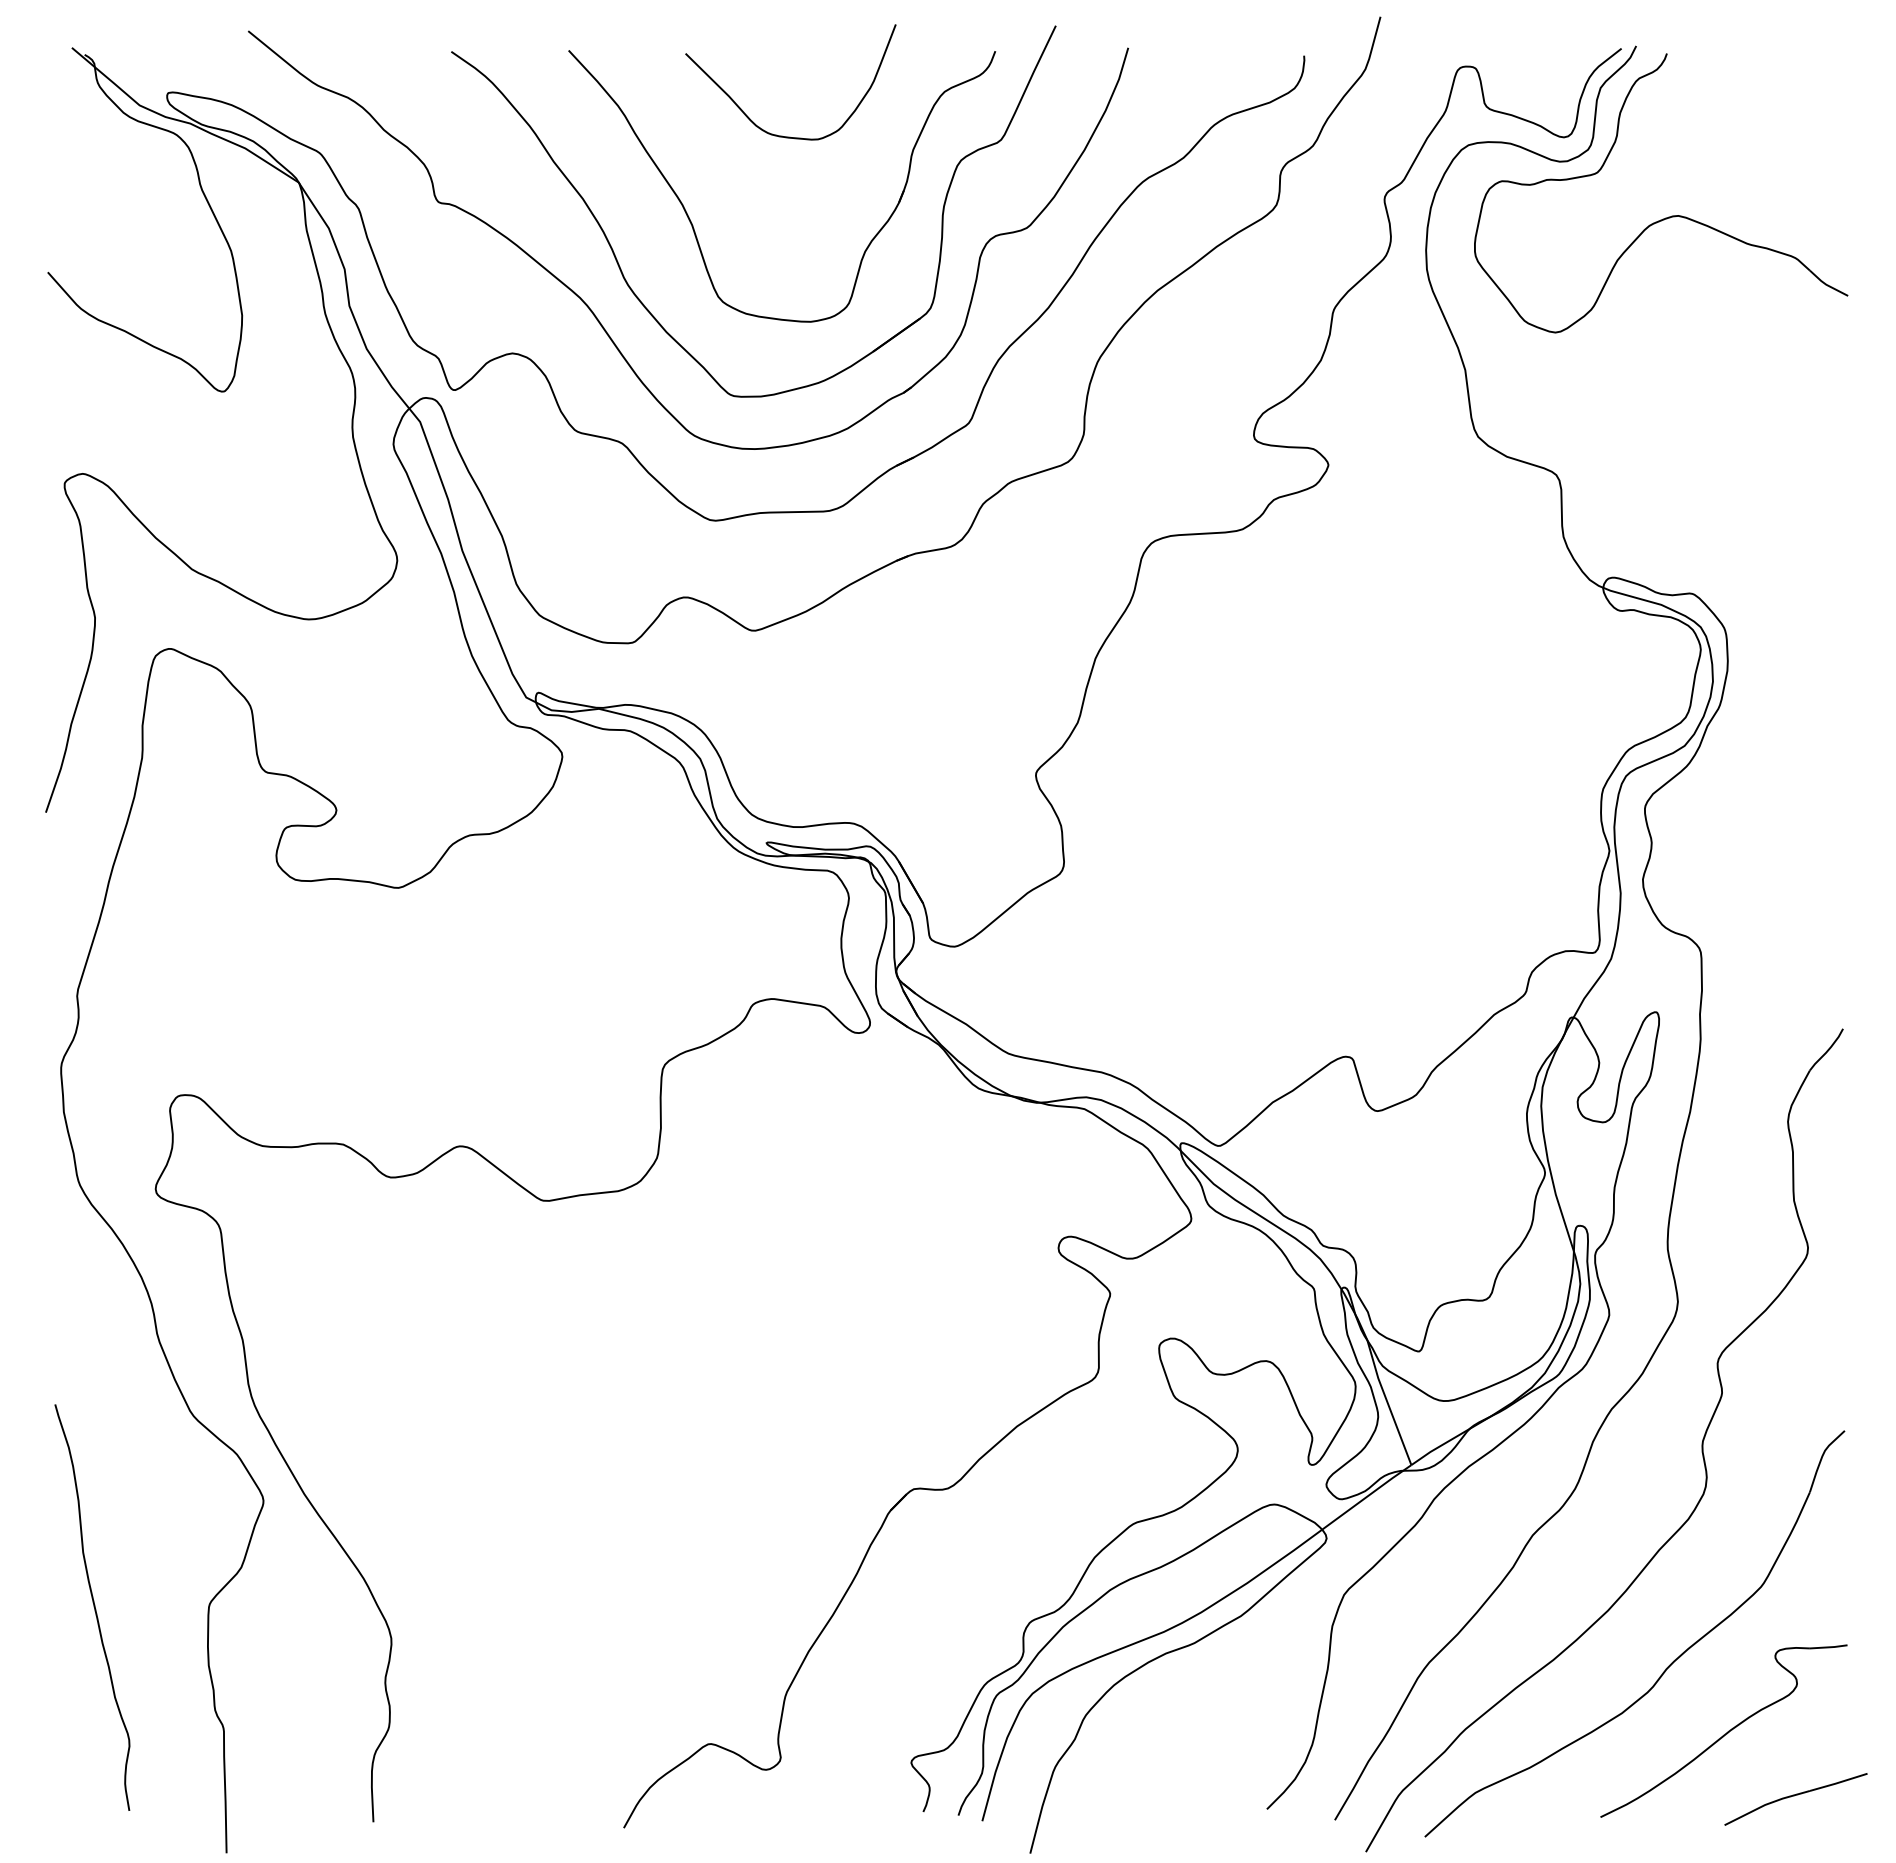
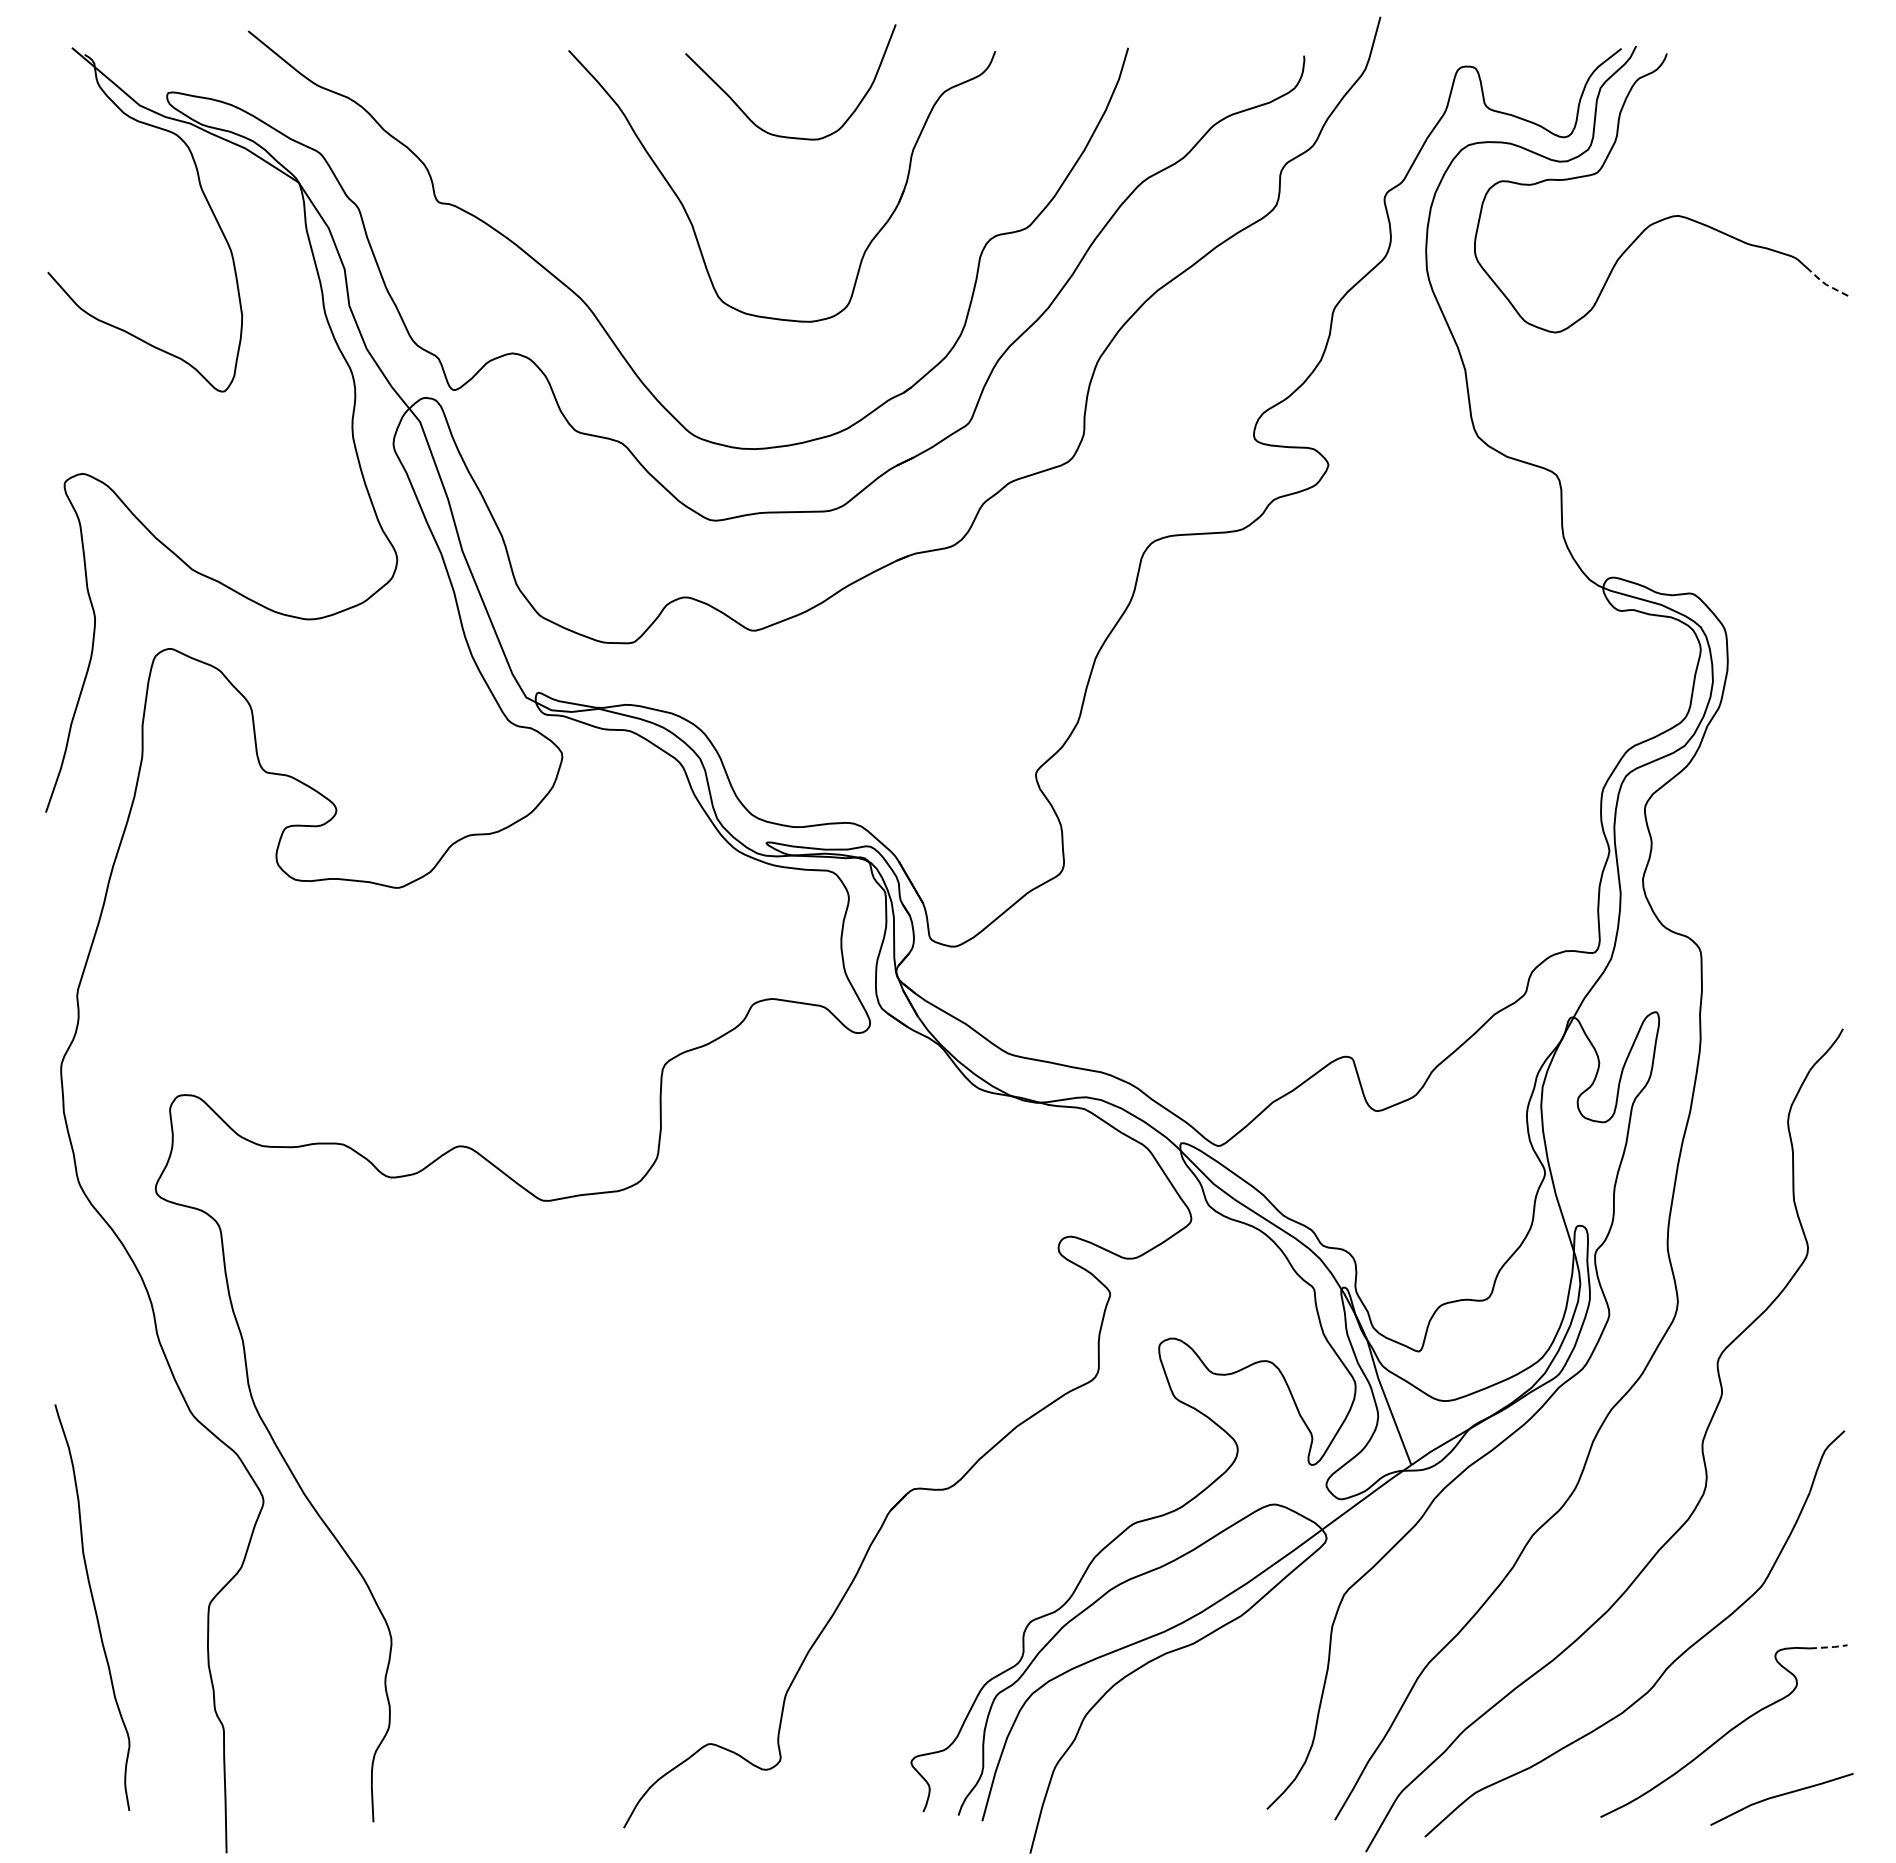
line at (1826, 284): solid -> dashed
part at (640, 299): present -> none
line at (1829, 1647): solid -> dashed
part at (1795, 1799) position: (1795, 1799) -> (1781, 1799)
